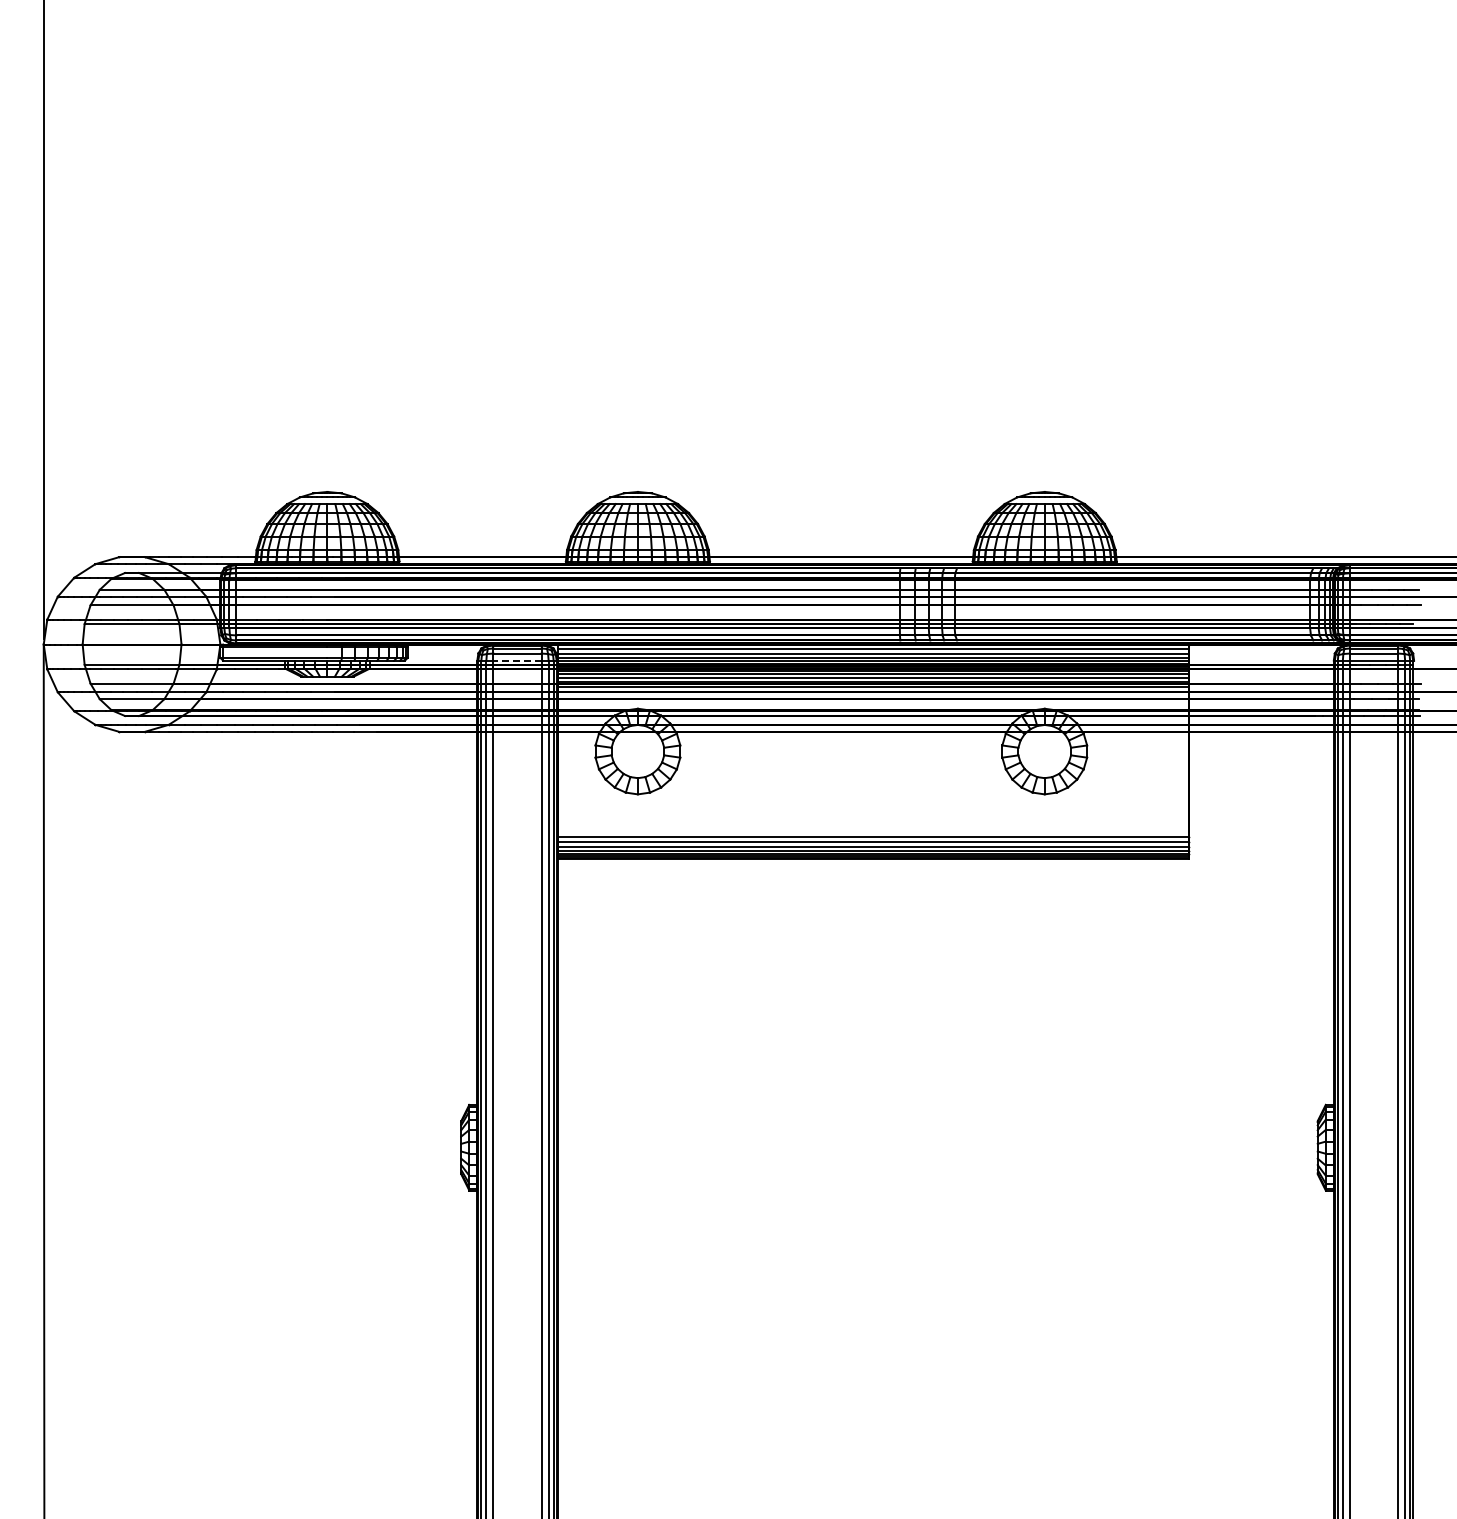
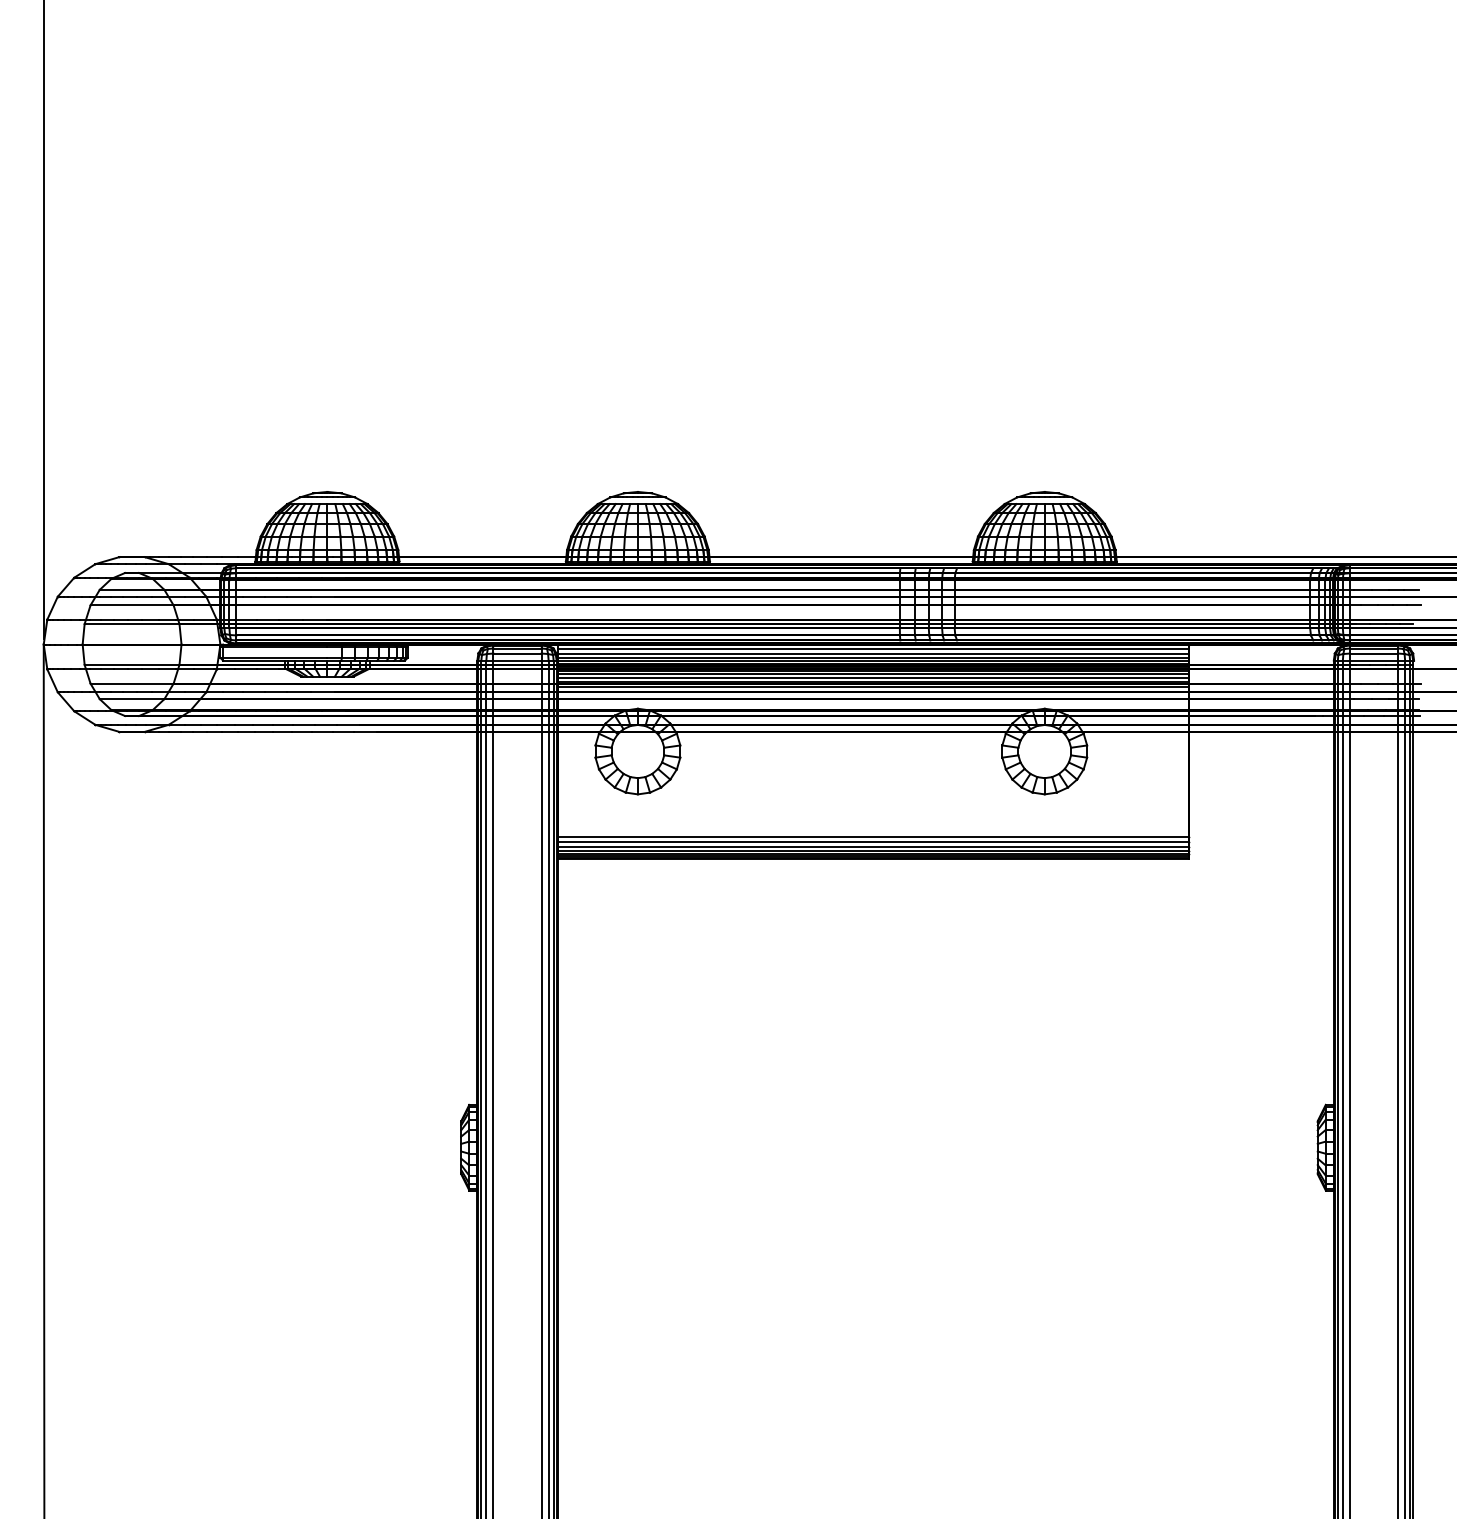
line at (516, 660): dashed -> solid
